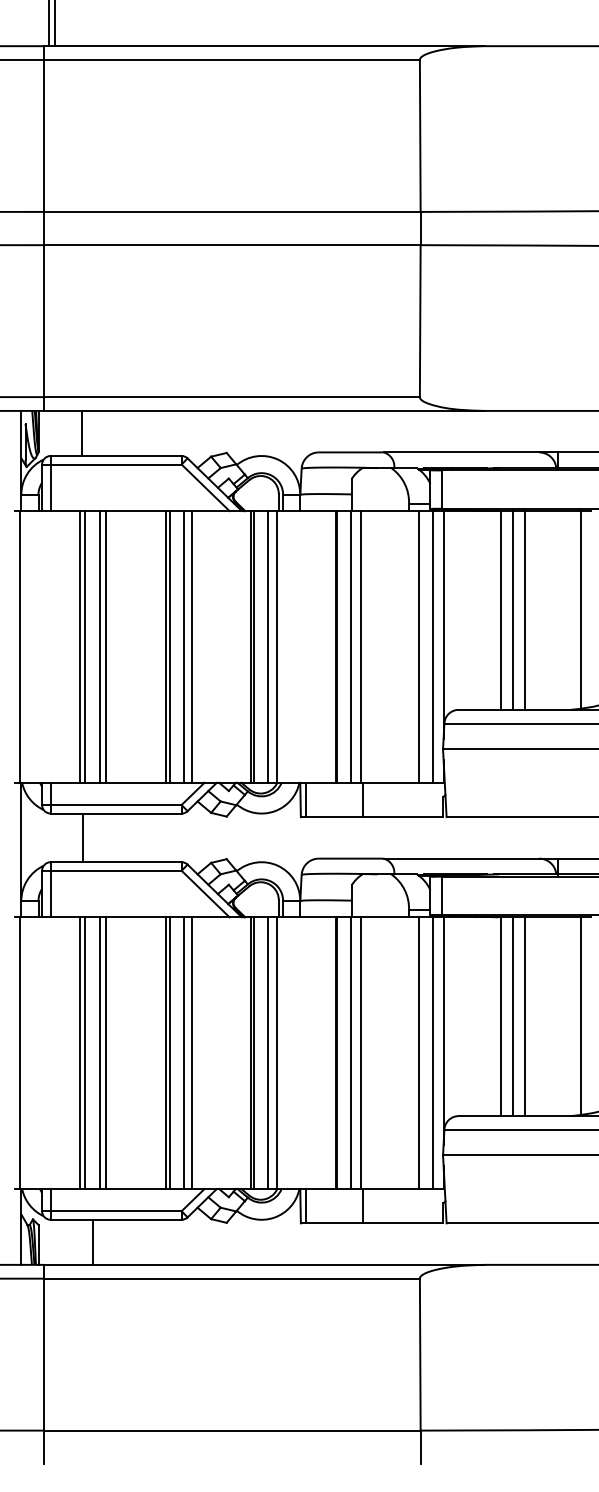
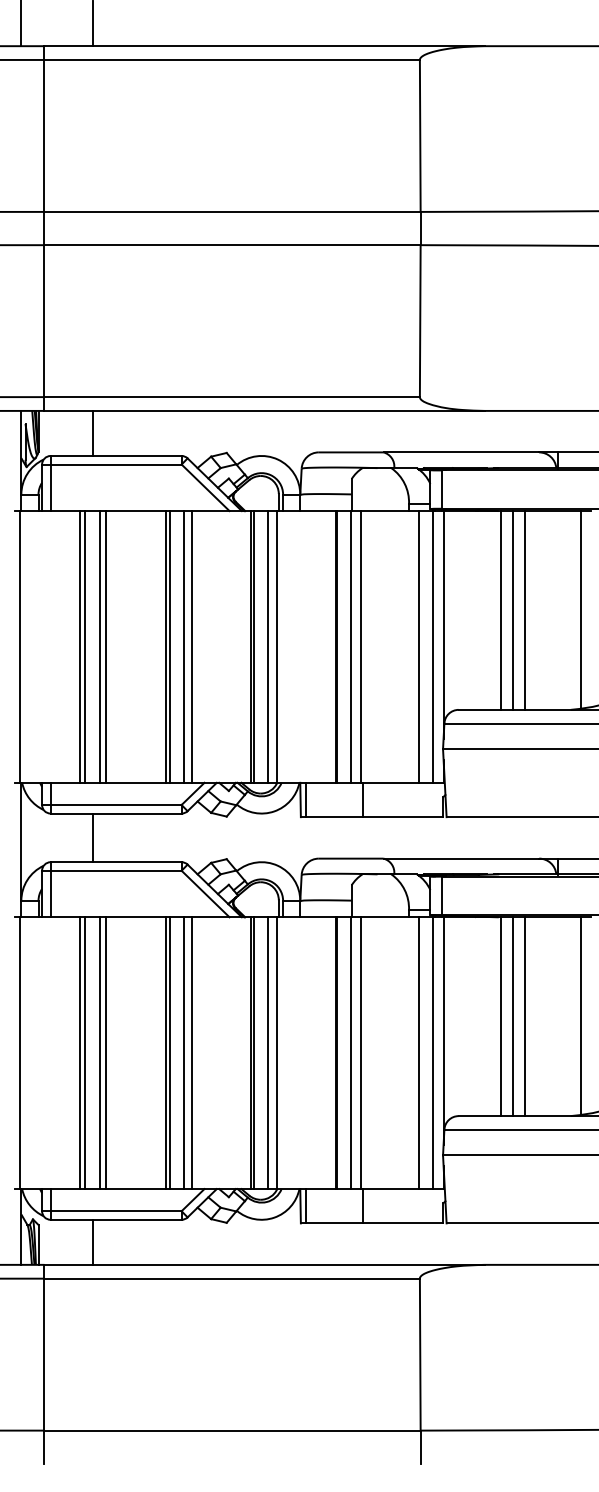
line at (49, 24) position: (49, 24) -> (21, 24)
line at (54, 24) position: (54, 24) -> (92, 24)
line at (81, 432) position: (81, 432) -> (92, 432)
line at (82, 837) position: (82, 837) -> (92, 837)
